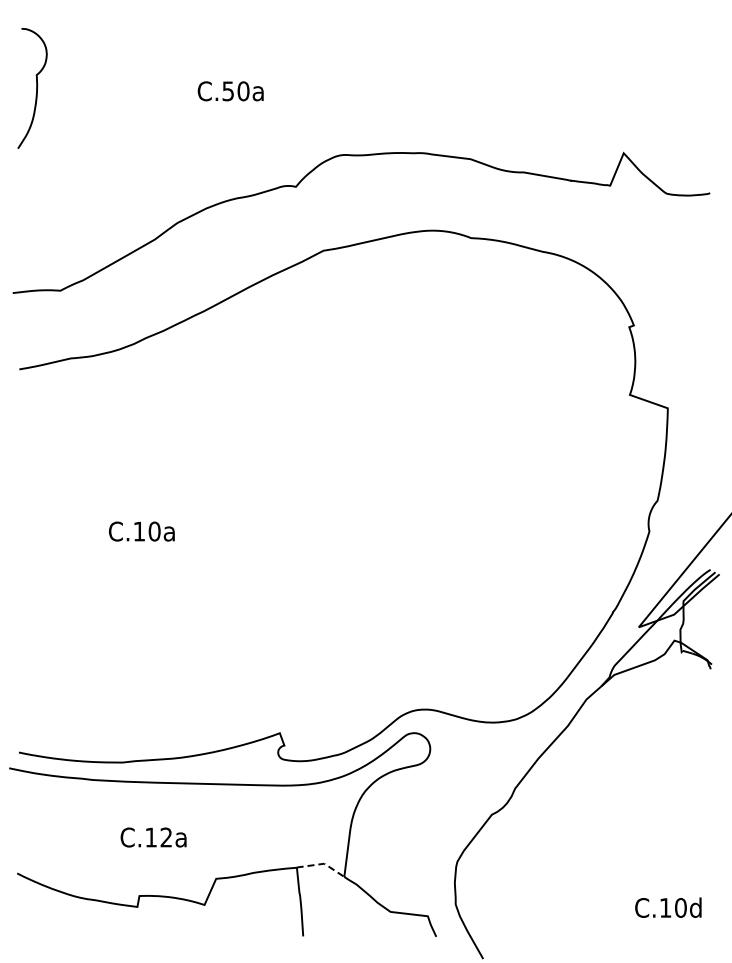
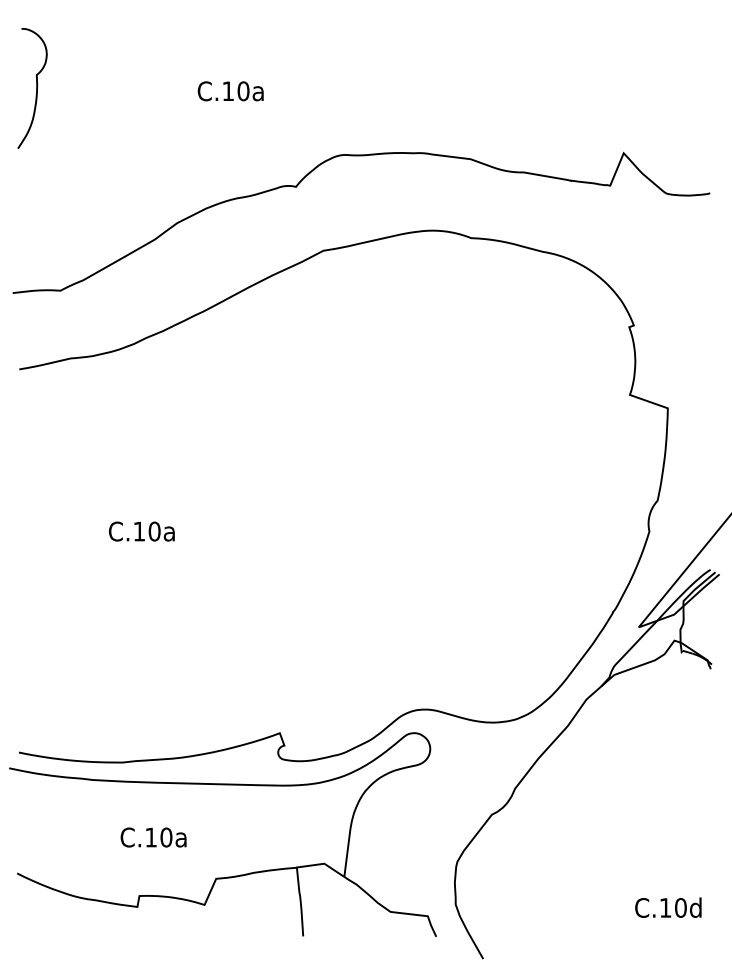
text at (227, 91): C.50a -> C.10a
text at (166, 837): C.12a -> C.10a
line at (322, 864): dashed -> solid
